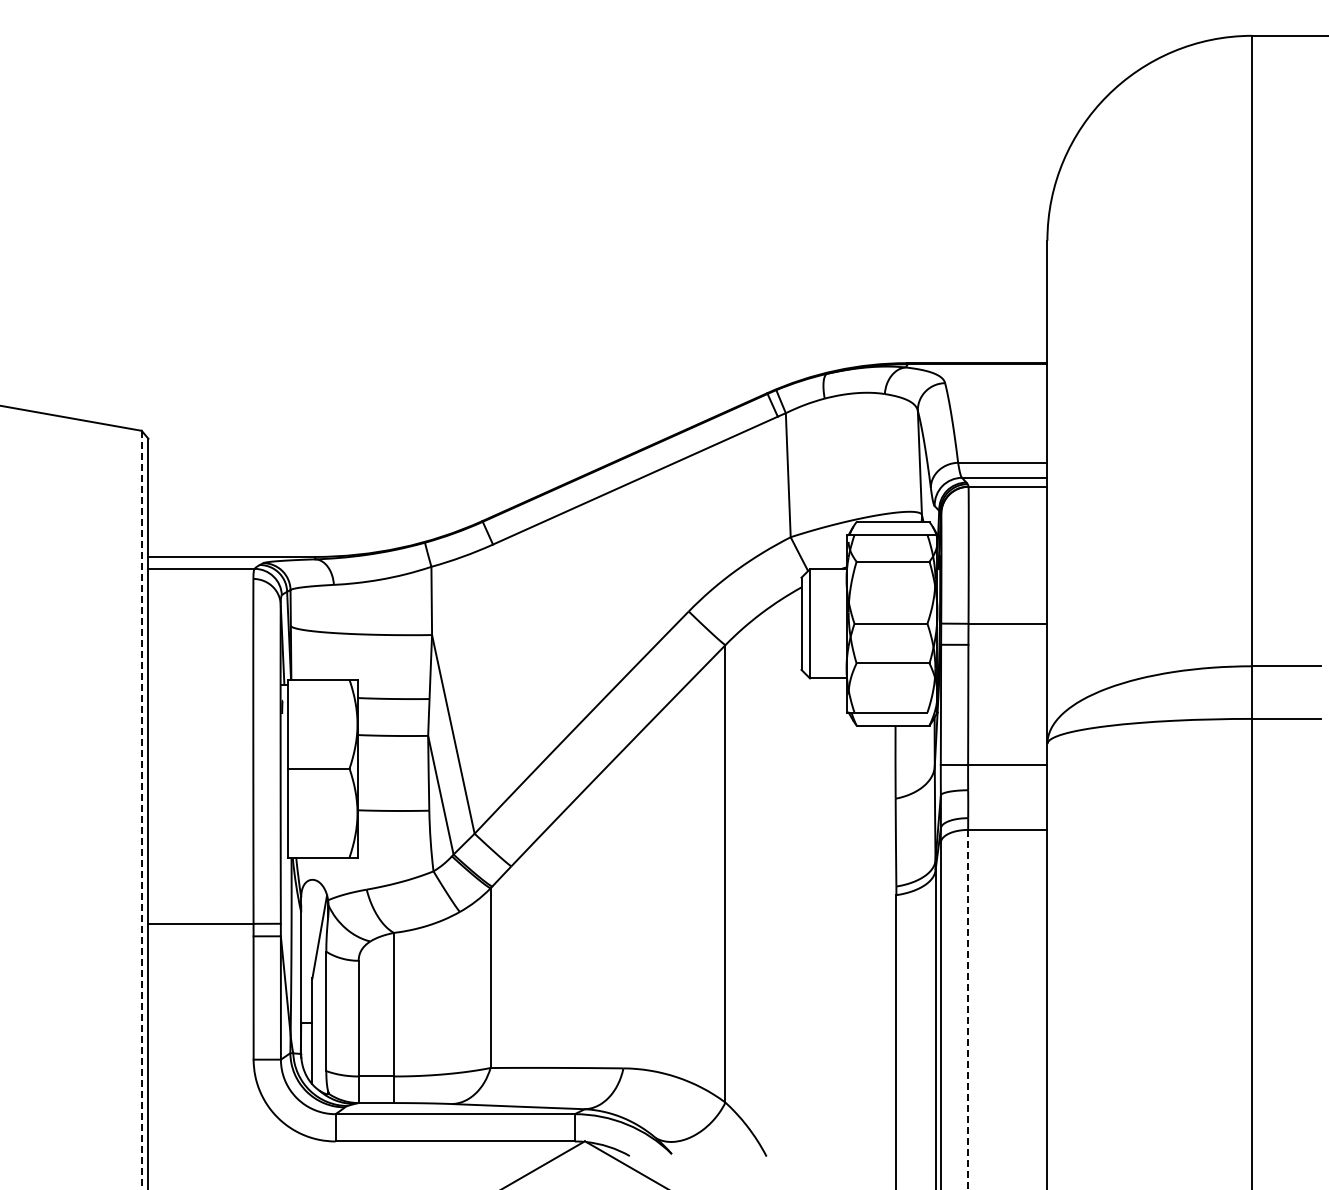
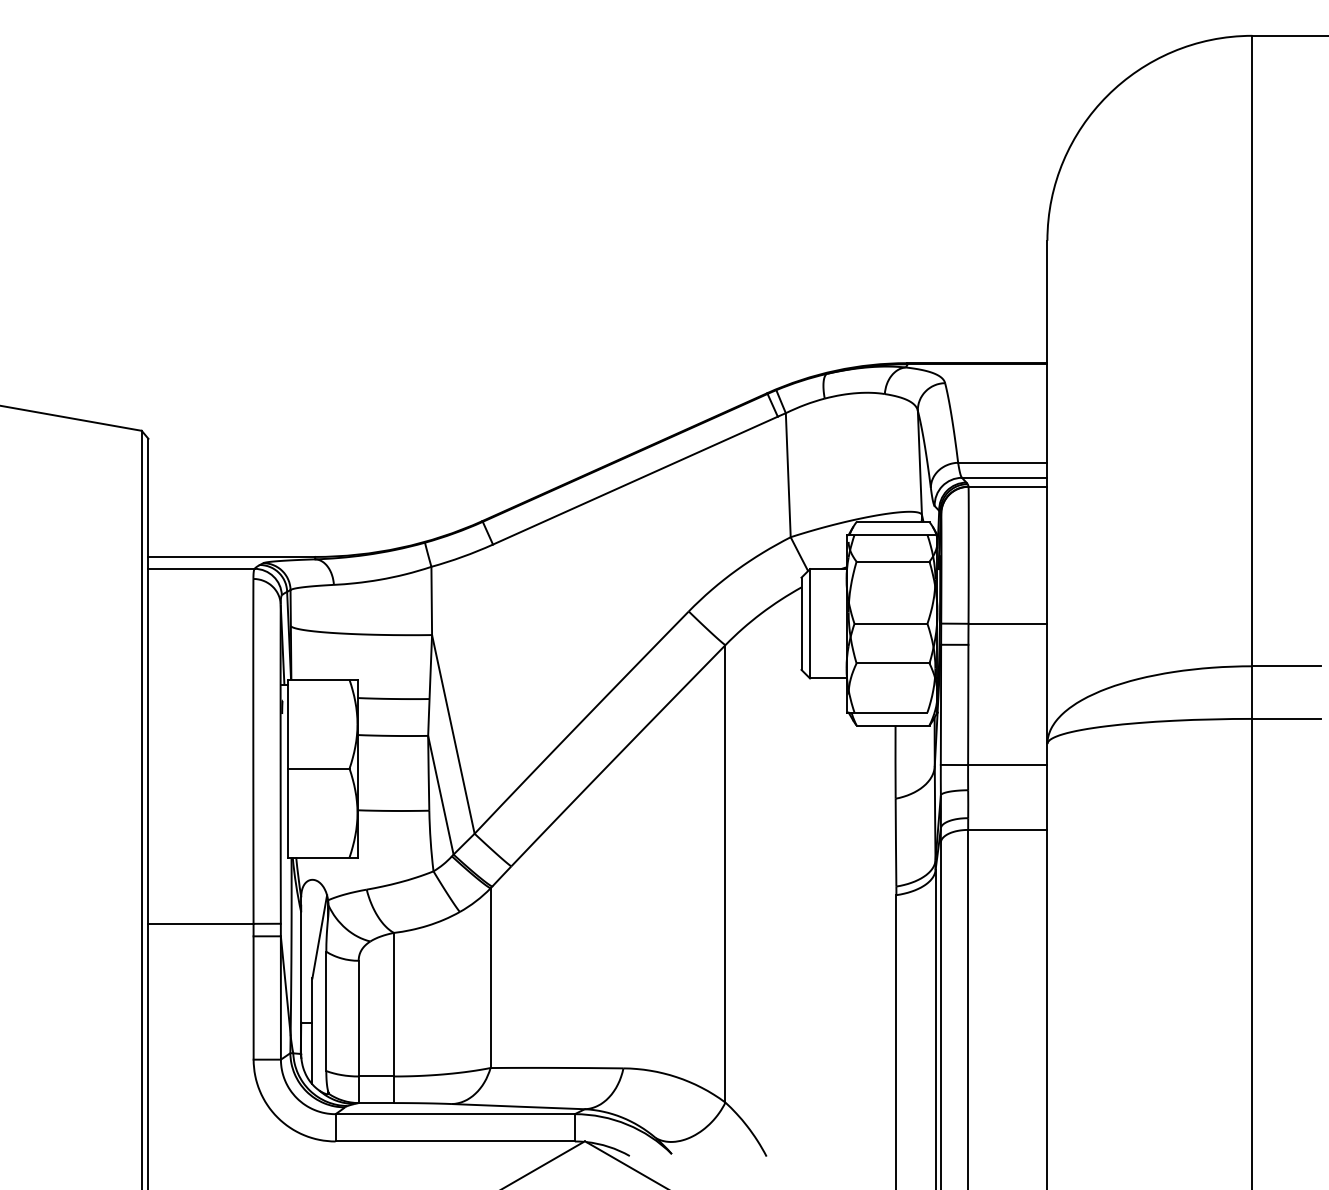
line at (141, 810): dashed -> solid
line at (968, 1009): dashed -> solid
